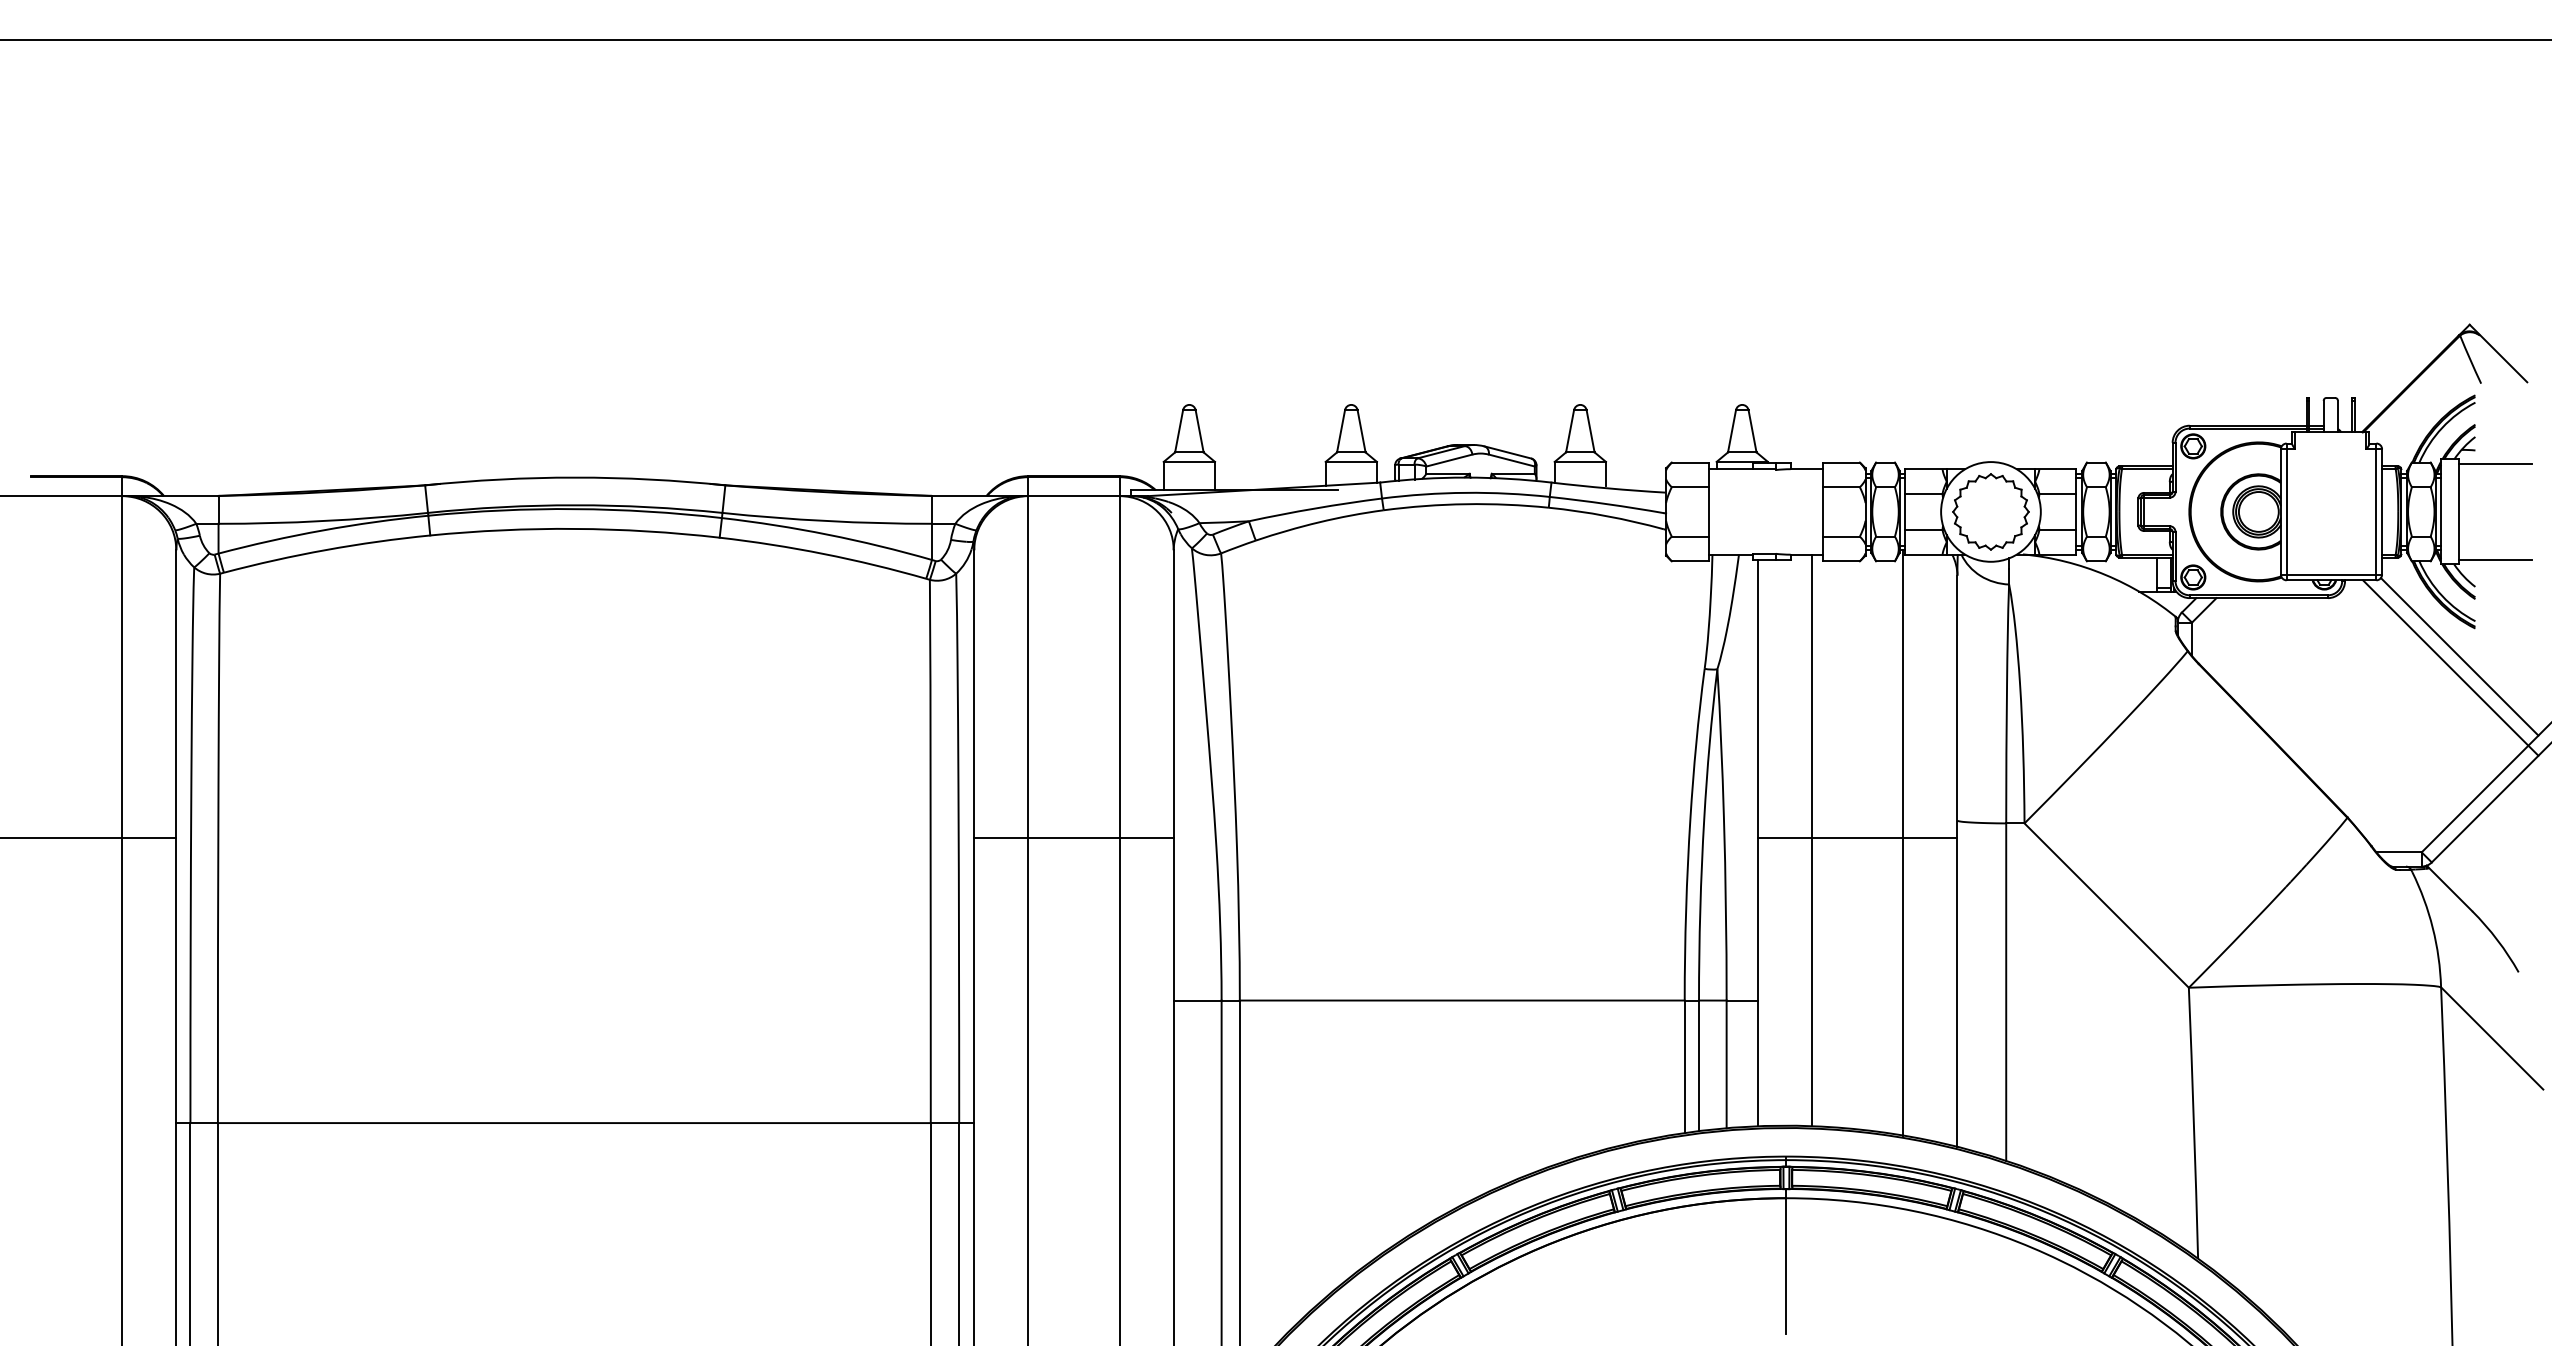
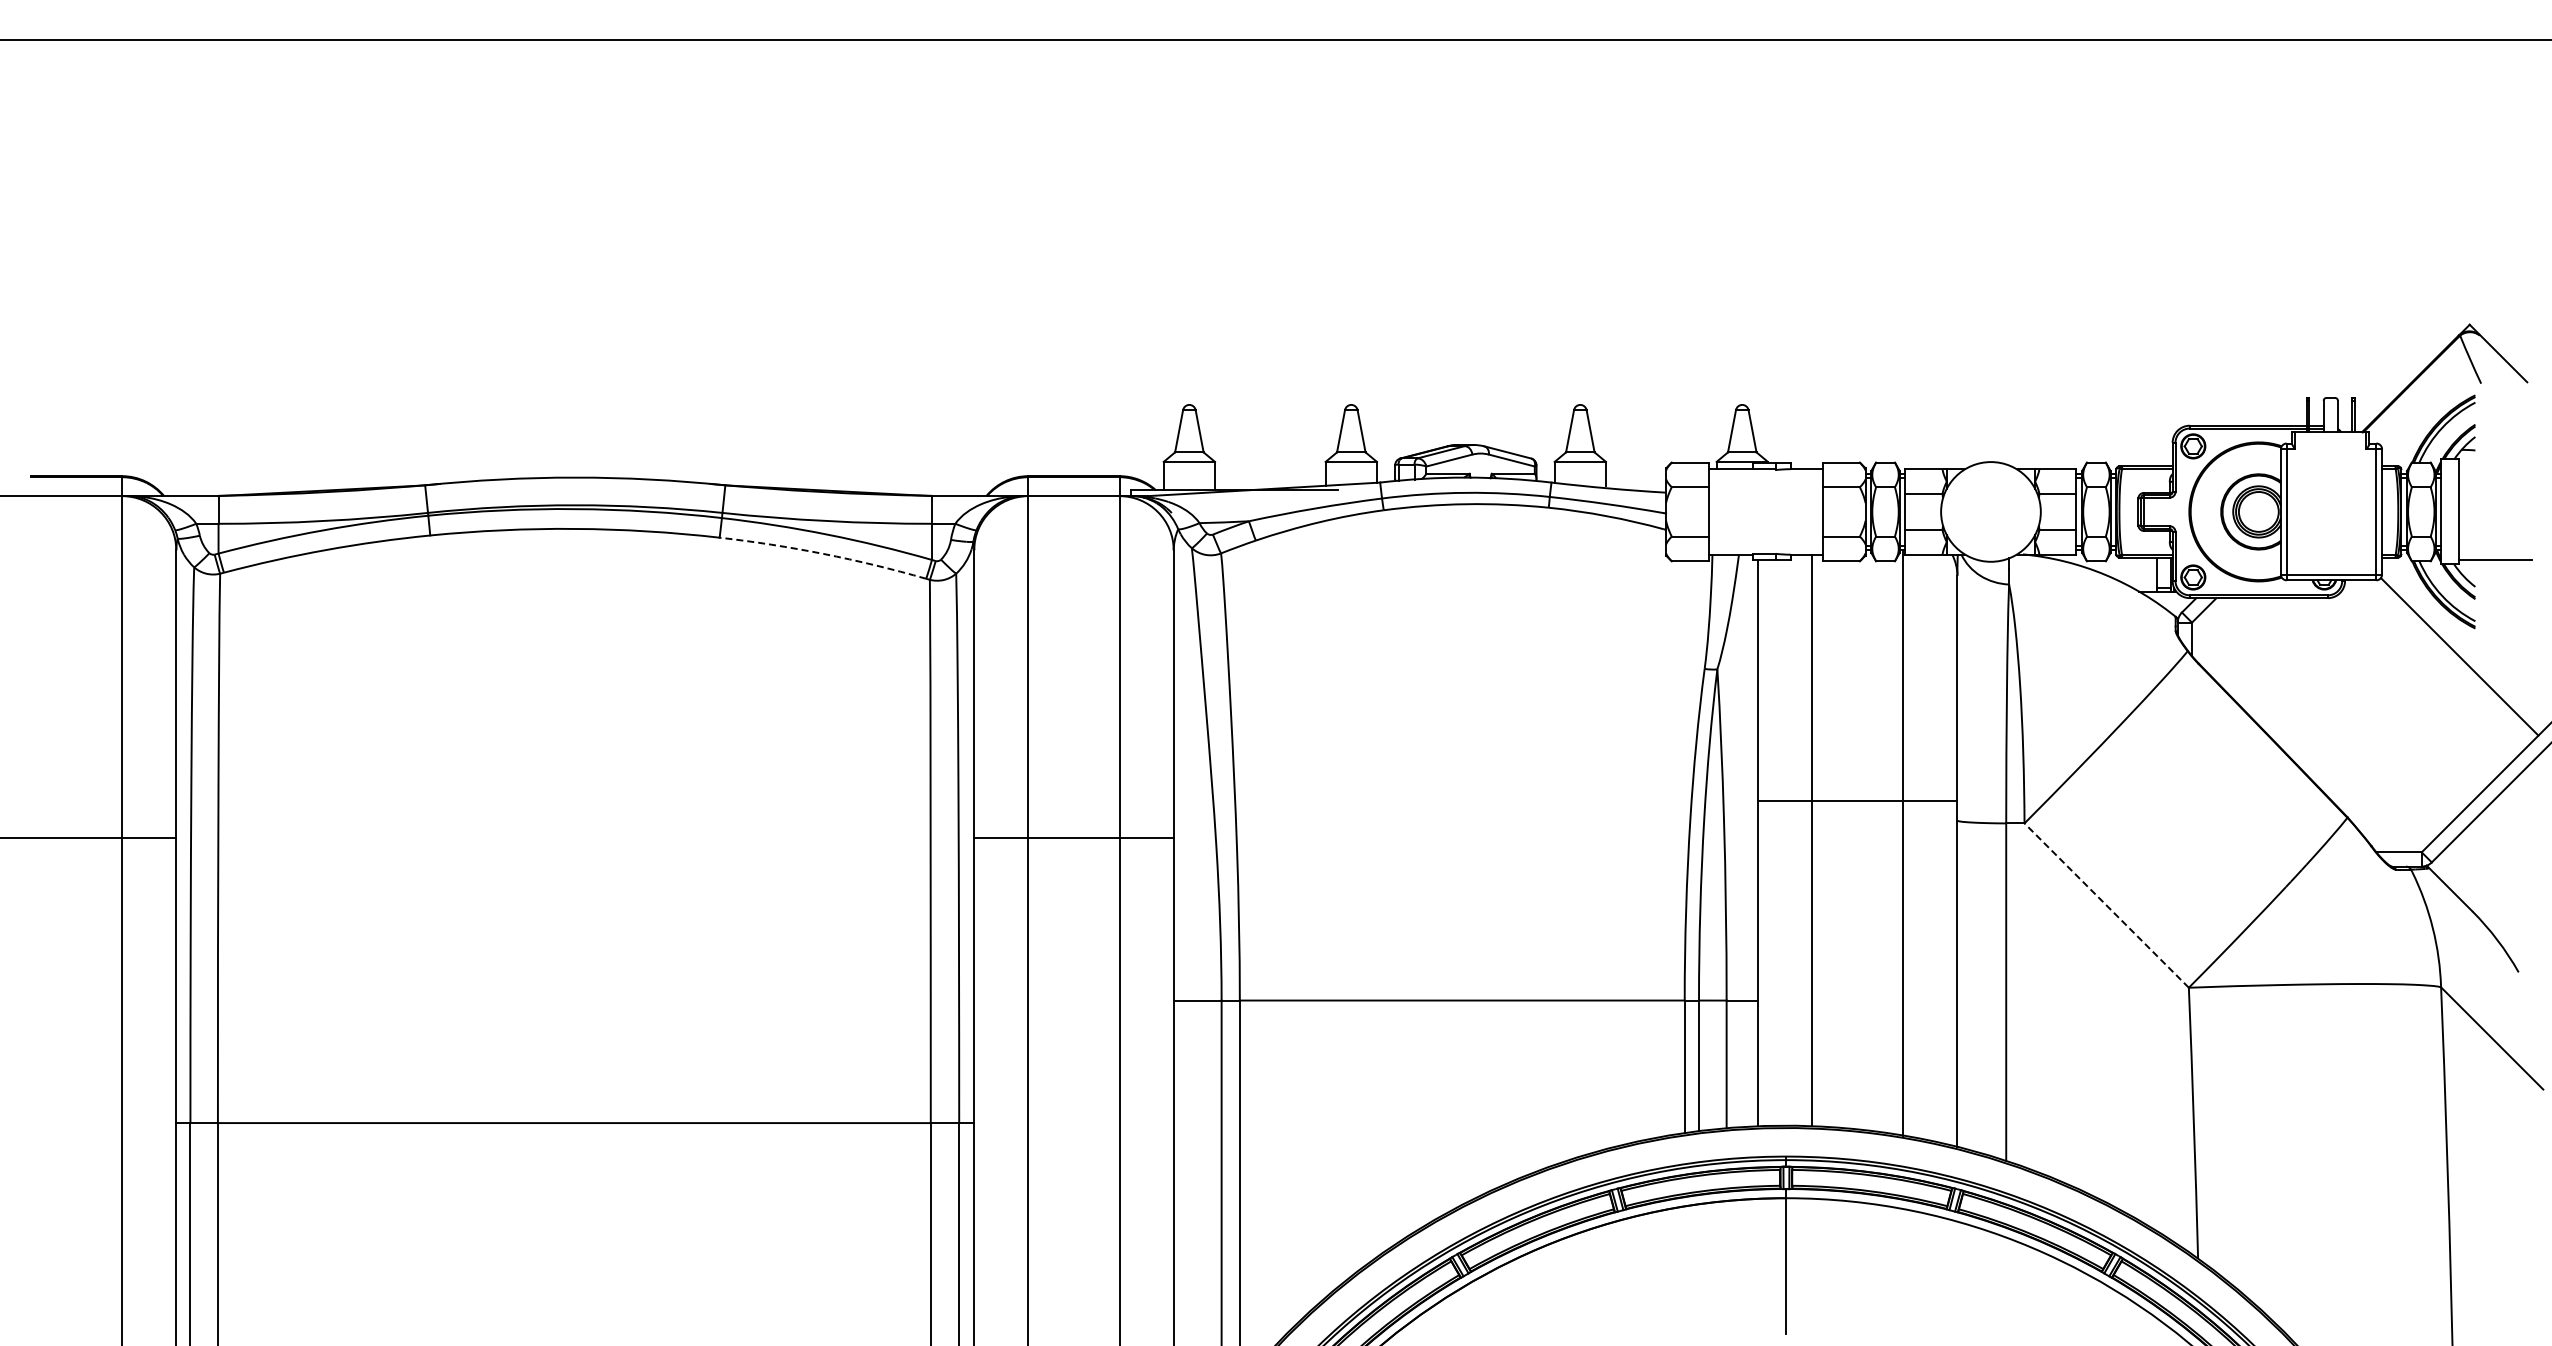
line at (2495, 464): present -> none
part at (1990, 511): present -> none
arc at (823, 553): solid -> dashed
line at (2450, 667): present -> none
line at (1857, 838) position: (1857, 838) -> (1857, 801)
line at (2106, 905): solid -> dashed
